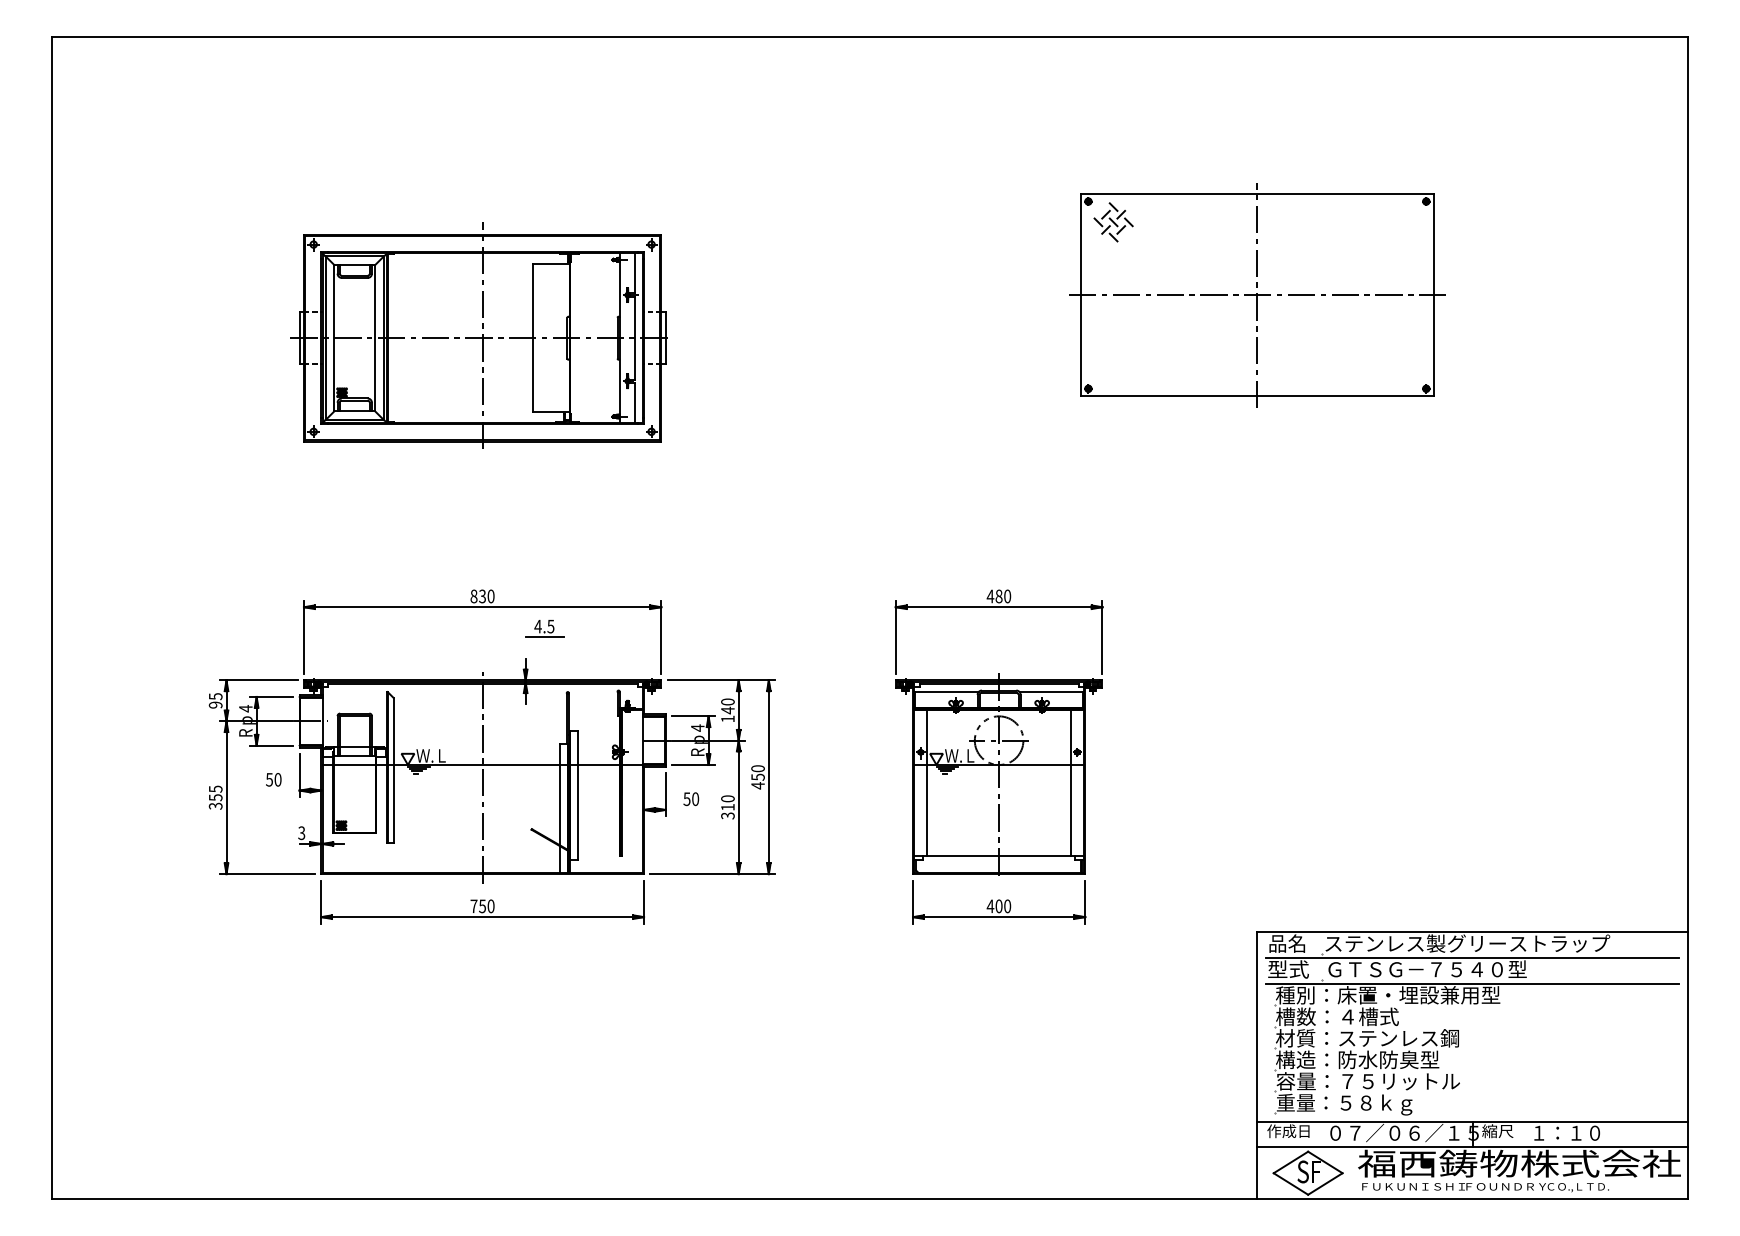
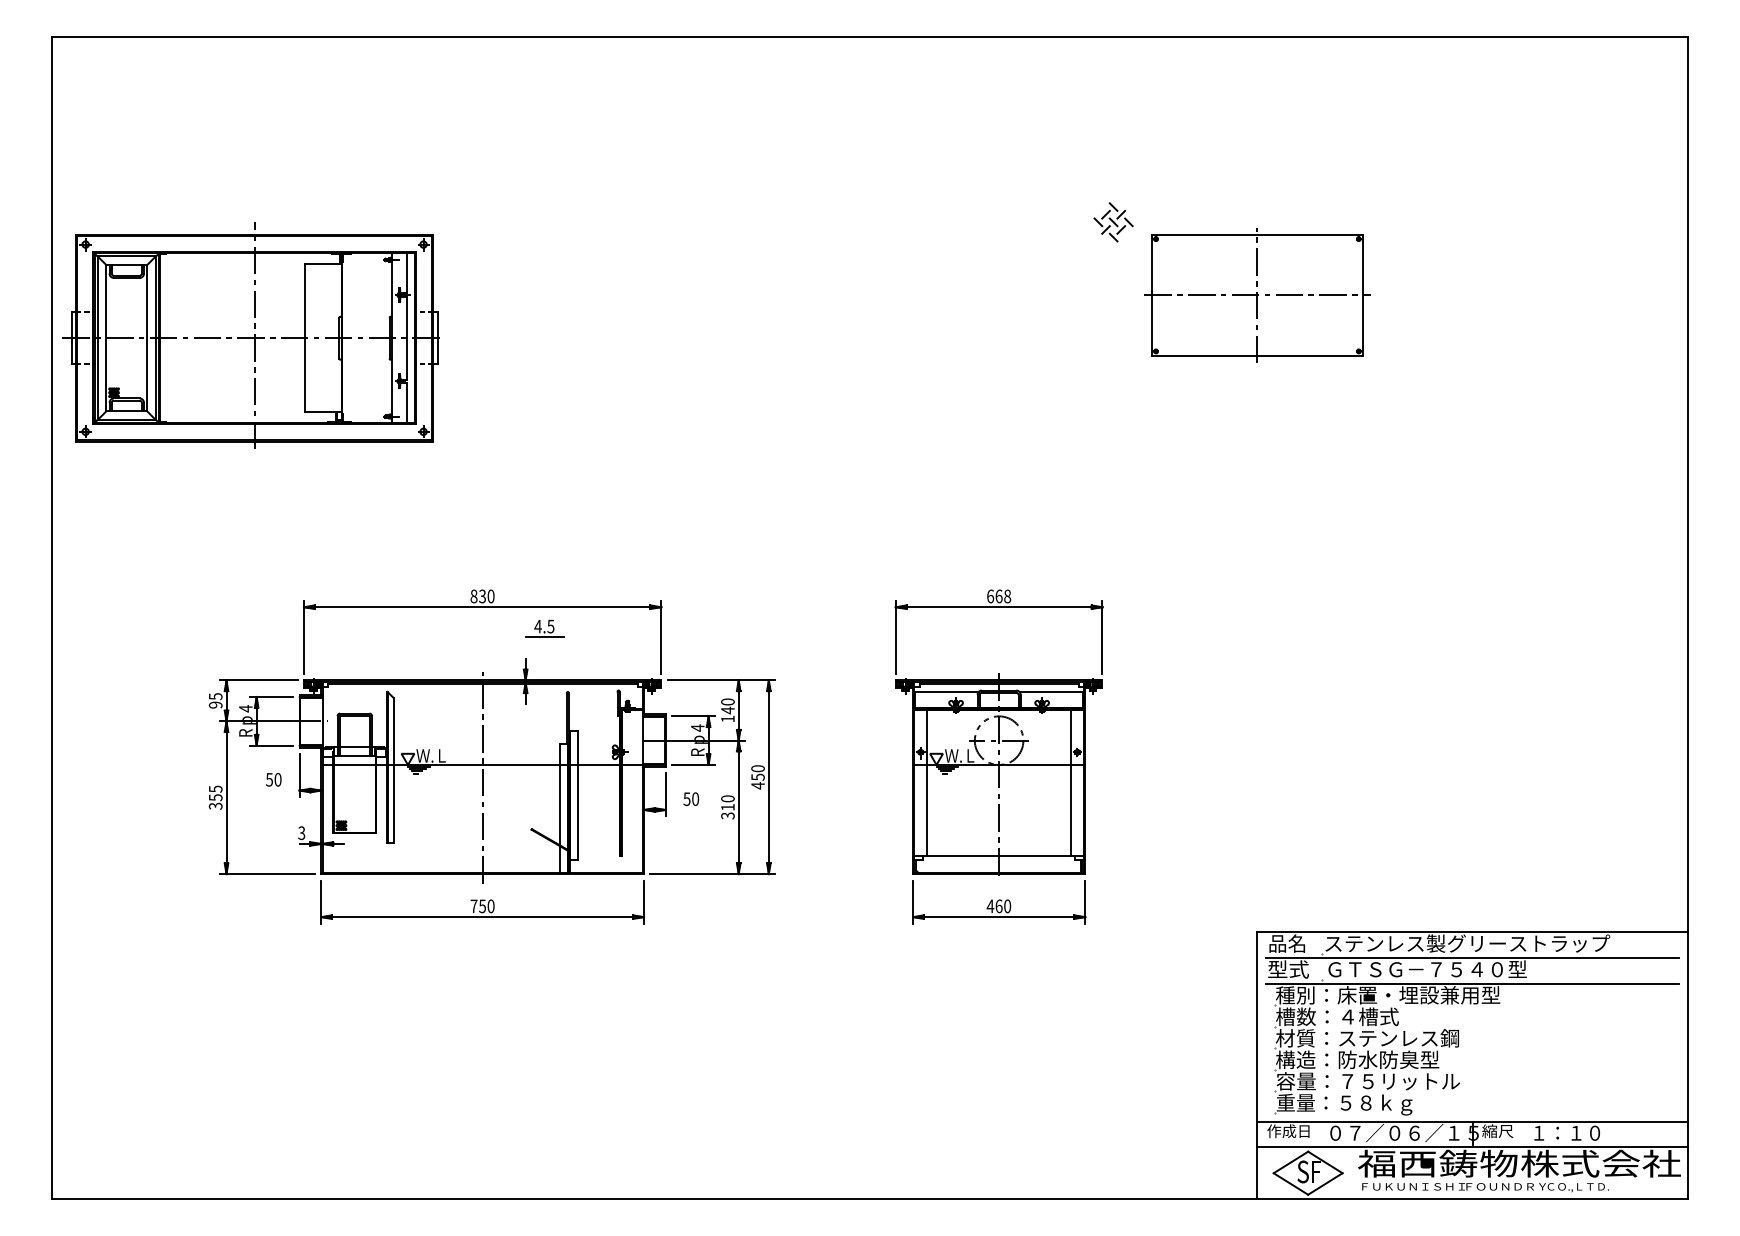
part at (1257, 295) size: 377x225 px -> 227x135 px
part at (478, 335) position: (478, 335) -> (250, 335)
text at (998, 596): 480 -> 668
text at (998, 905): 400 -> 460
